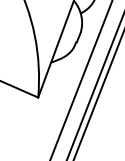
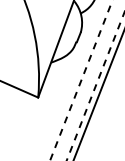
line at (81, 80): solid -> dashed
line at (95, 86): solid -> dashed
